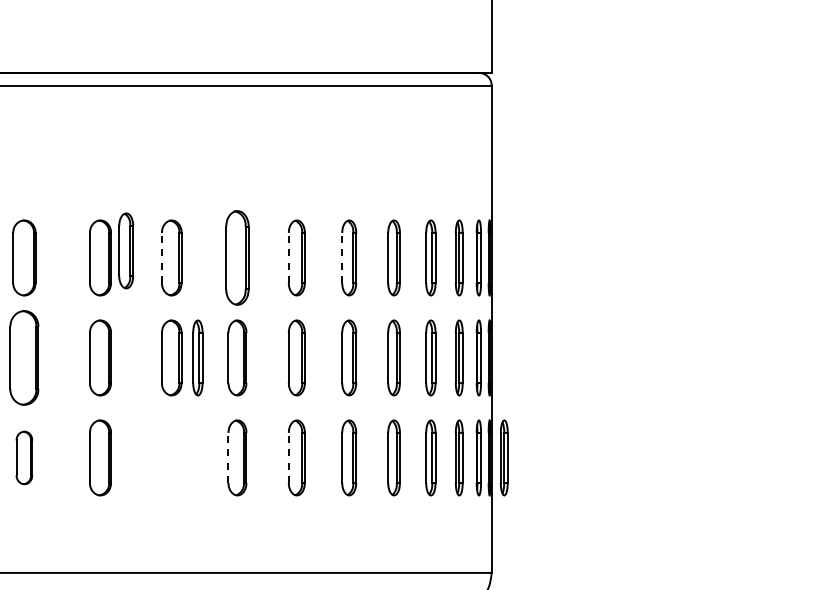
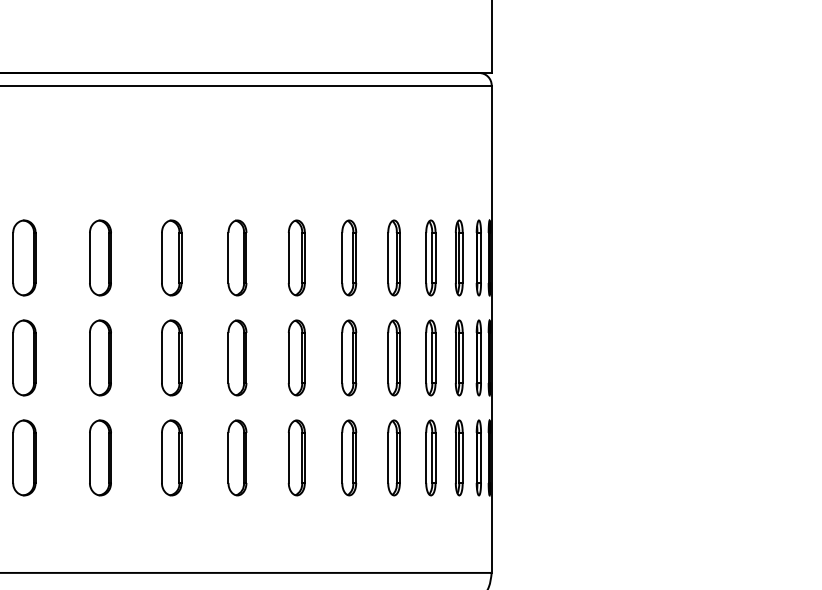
part at (126, 250): present -> none
line at (161, 257): dashed -> solid
part at (237, 257) size: 25x96 px -> 21x78 px
line at (288, 257): dashed -> solid
line at (342, 257): dashed -> solid
part at (24, 357) size: 31x96 px -> 25x78 px
part at (197, 357): present -> none
part at (24, 457) size: 19x56 px -> 25x78 px
part at (171, 457): none -> present
line at (228, 457): dashed -> solid
line at (288, 457): dashed -> solid
part at (503, 457): present -> none
